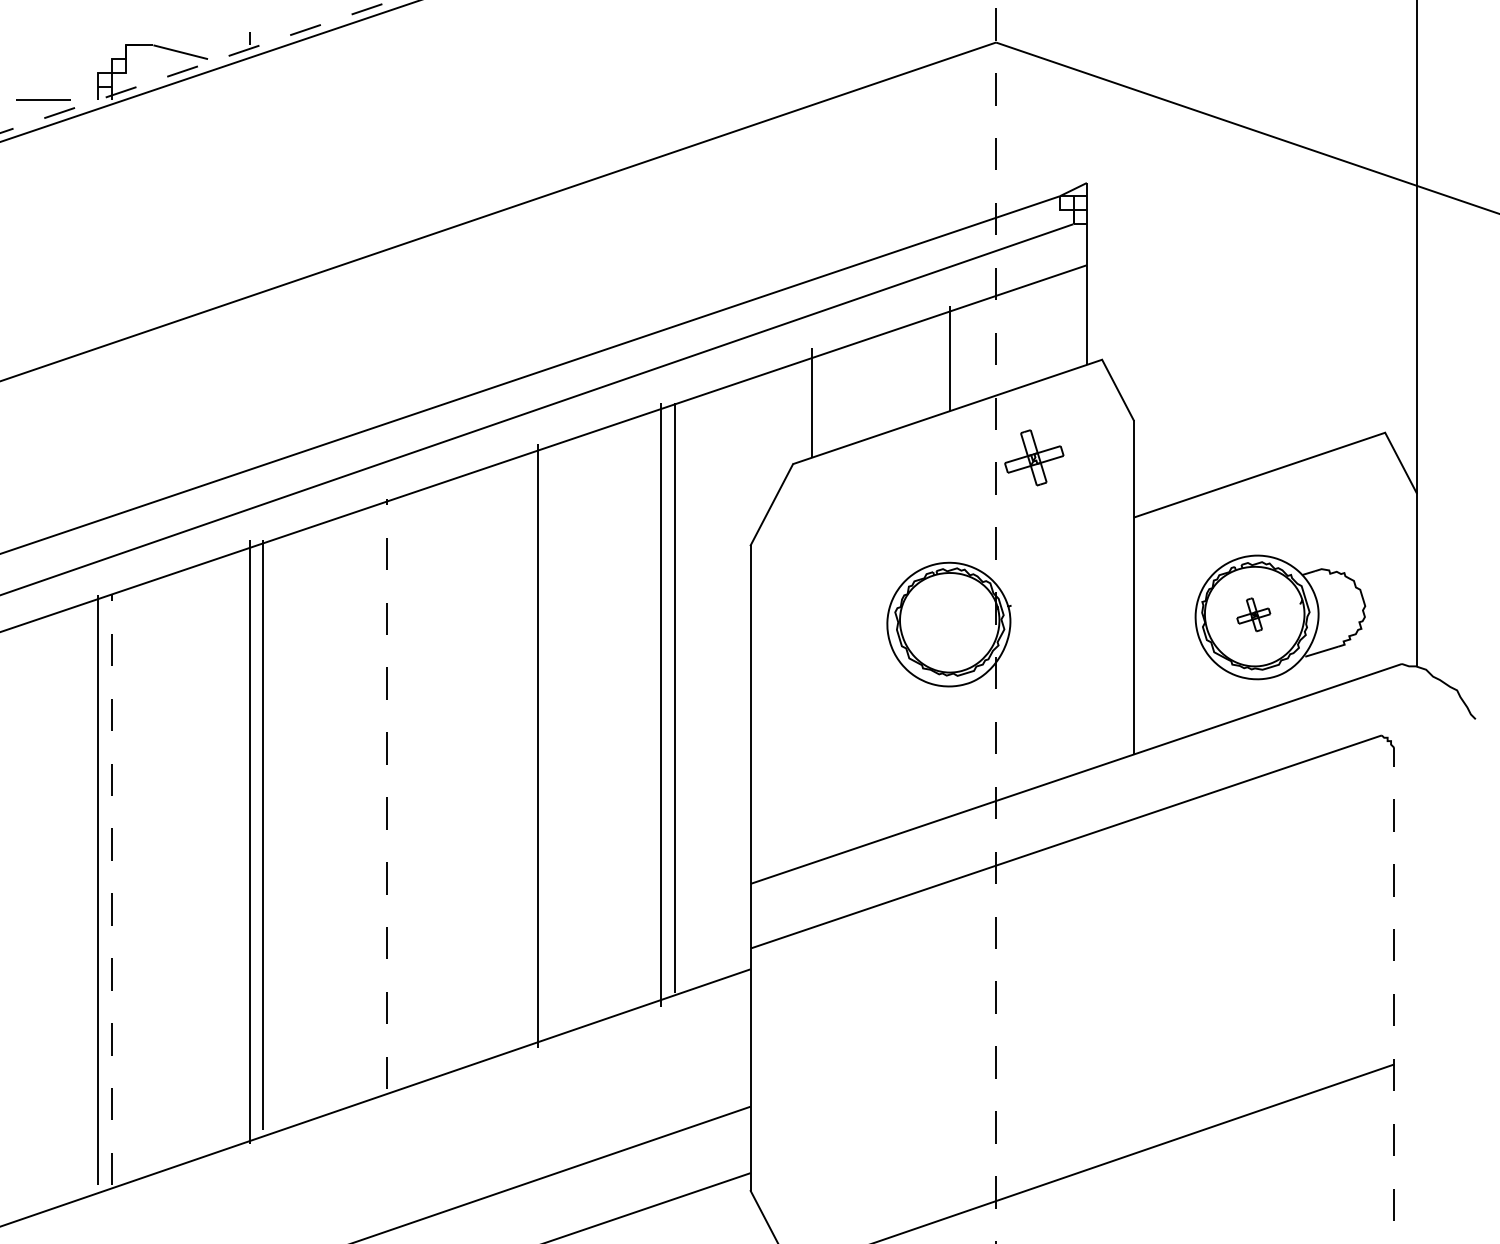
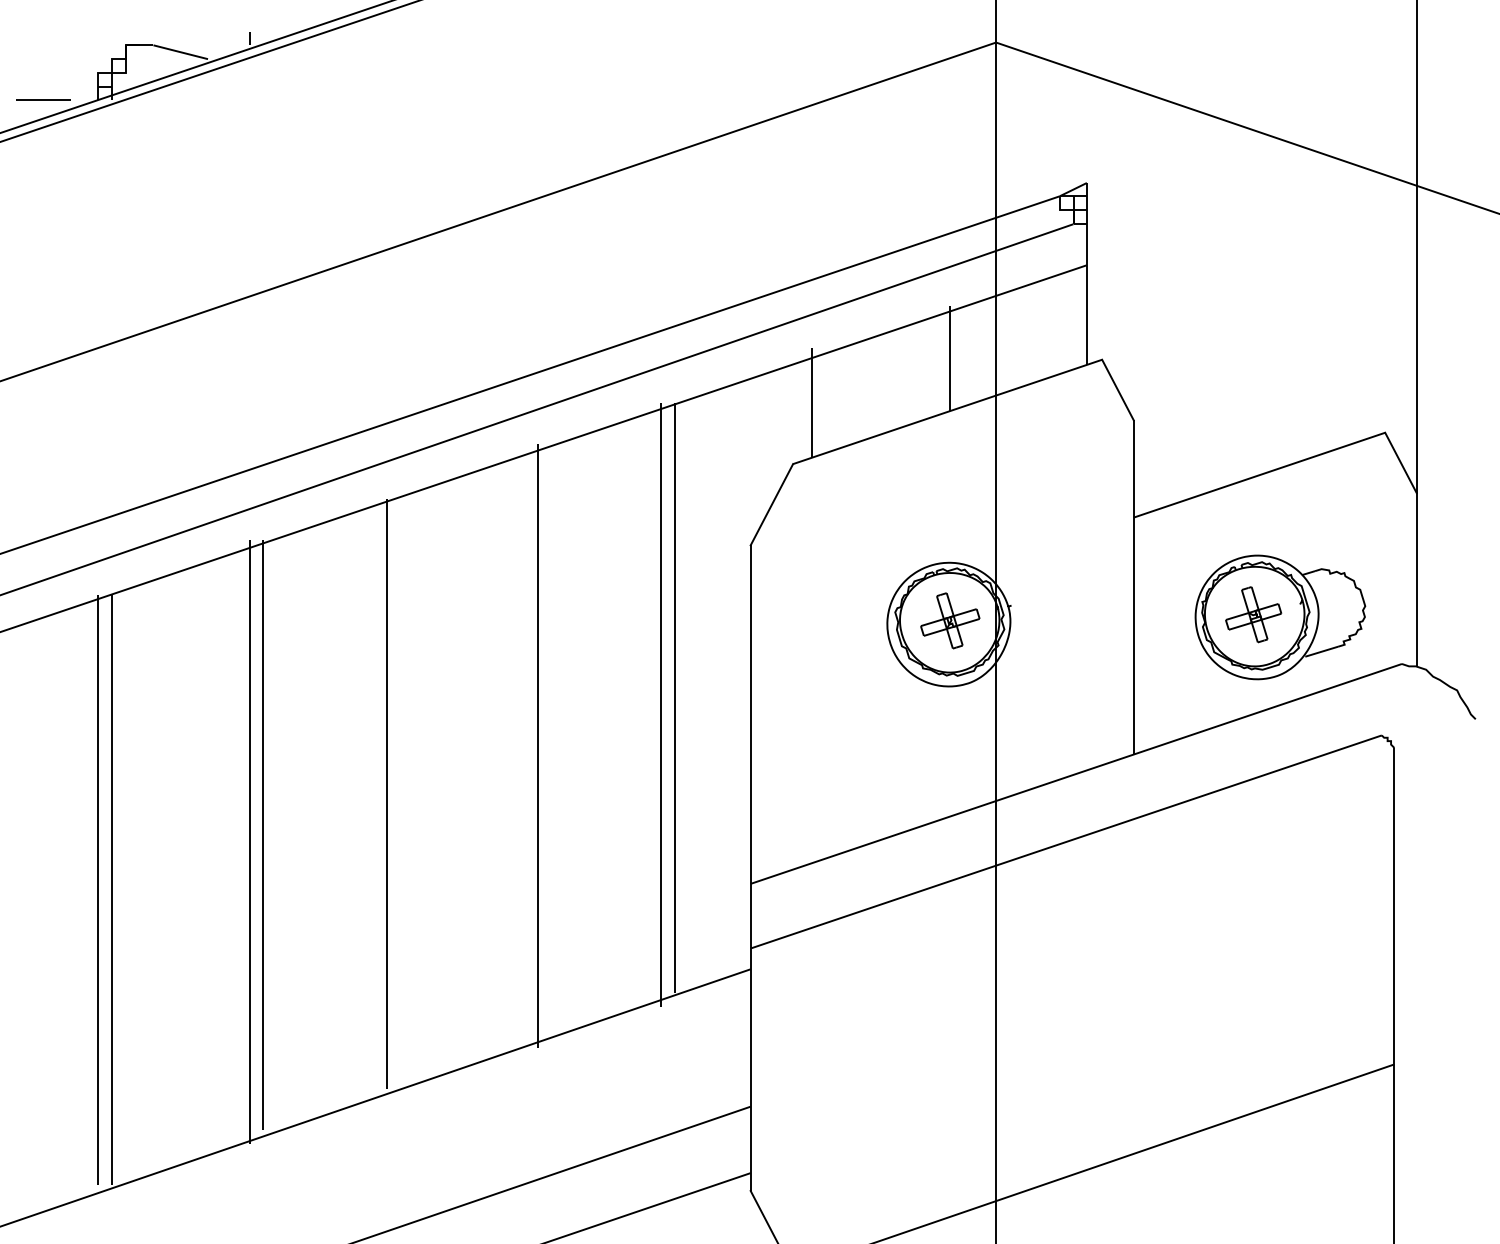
line at (197, 66): dashed -> solid
part at (1034, 457) position: (1034, 457) -> (950, 620)
part at (1253, 614) size: 36x36 px -> 58x58 px
line at (996, 621): dashed -> solid
line at (386, 793): dashed -> solid
line at (111, 889): dashed -> solid
line at (1394, 995): dashed -> solid
